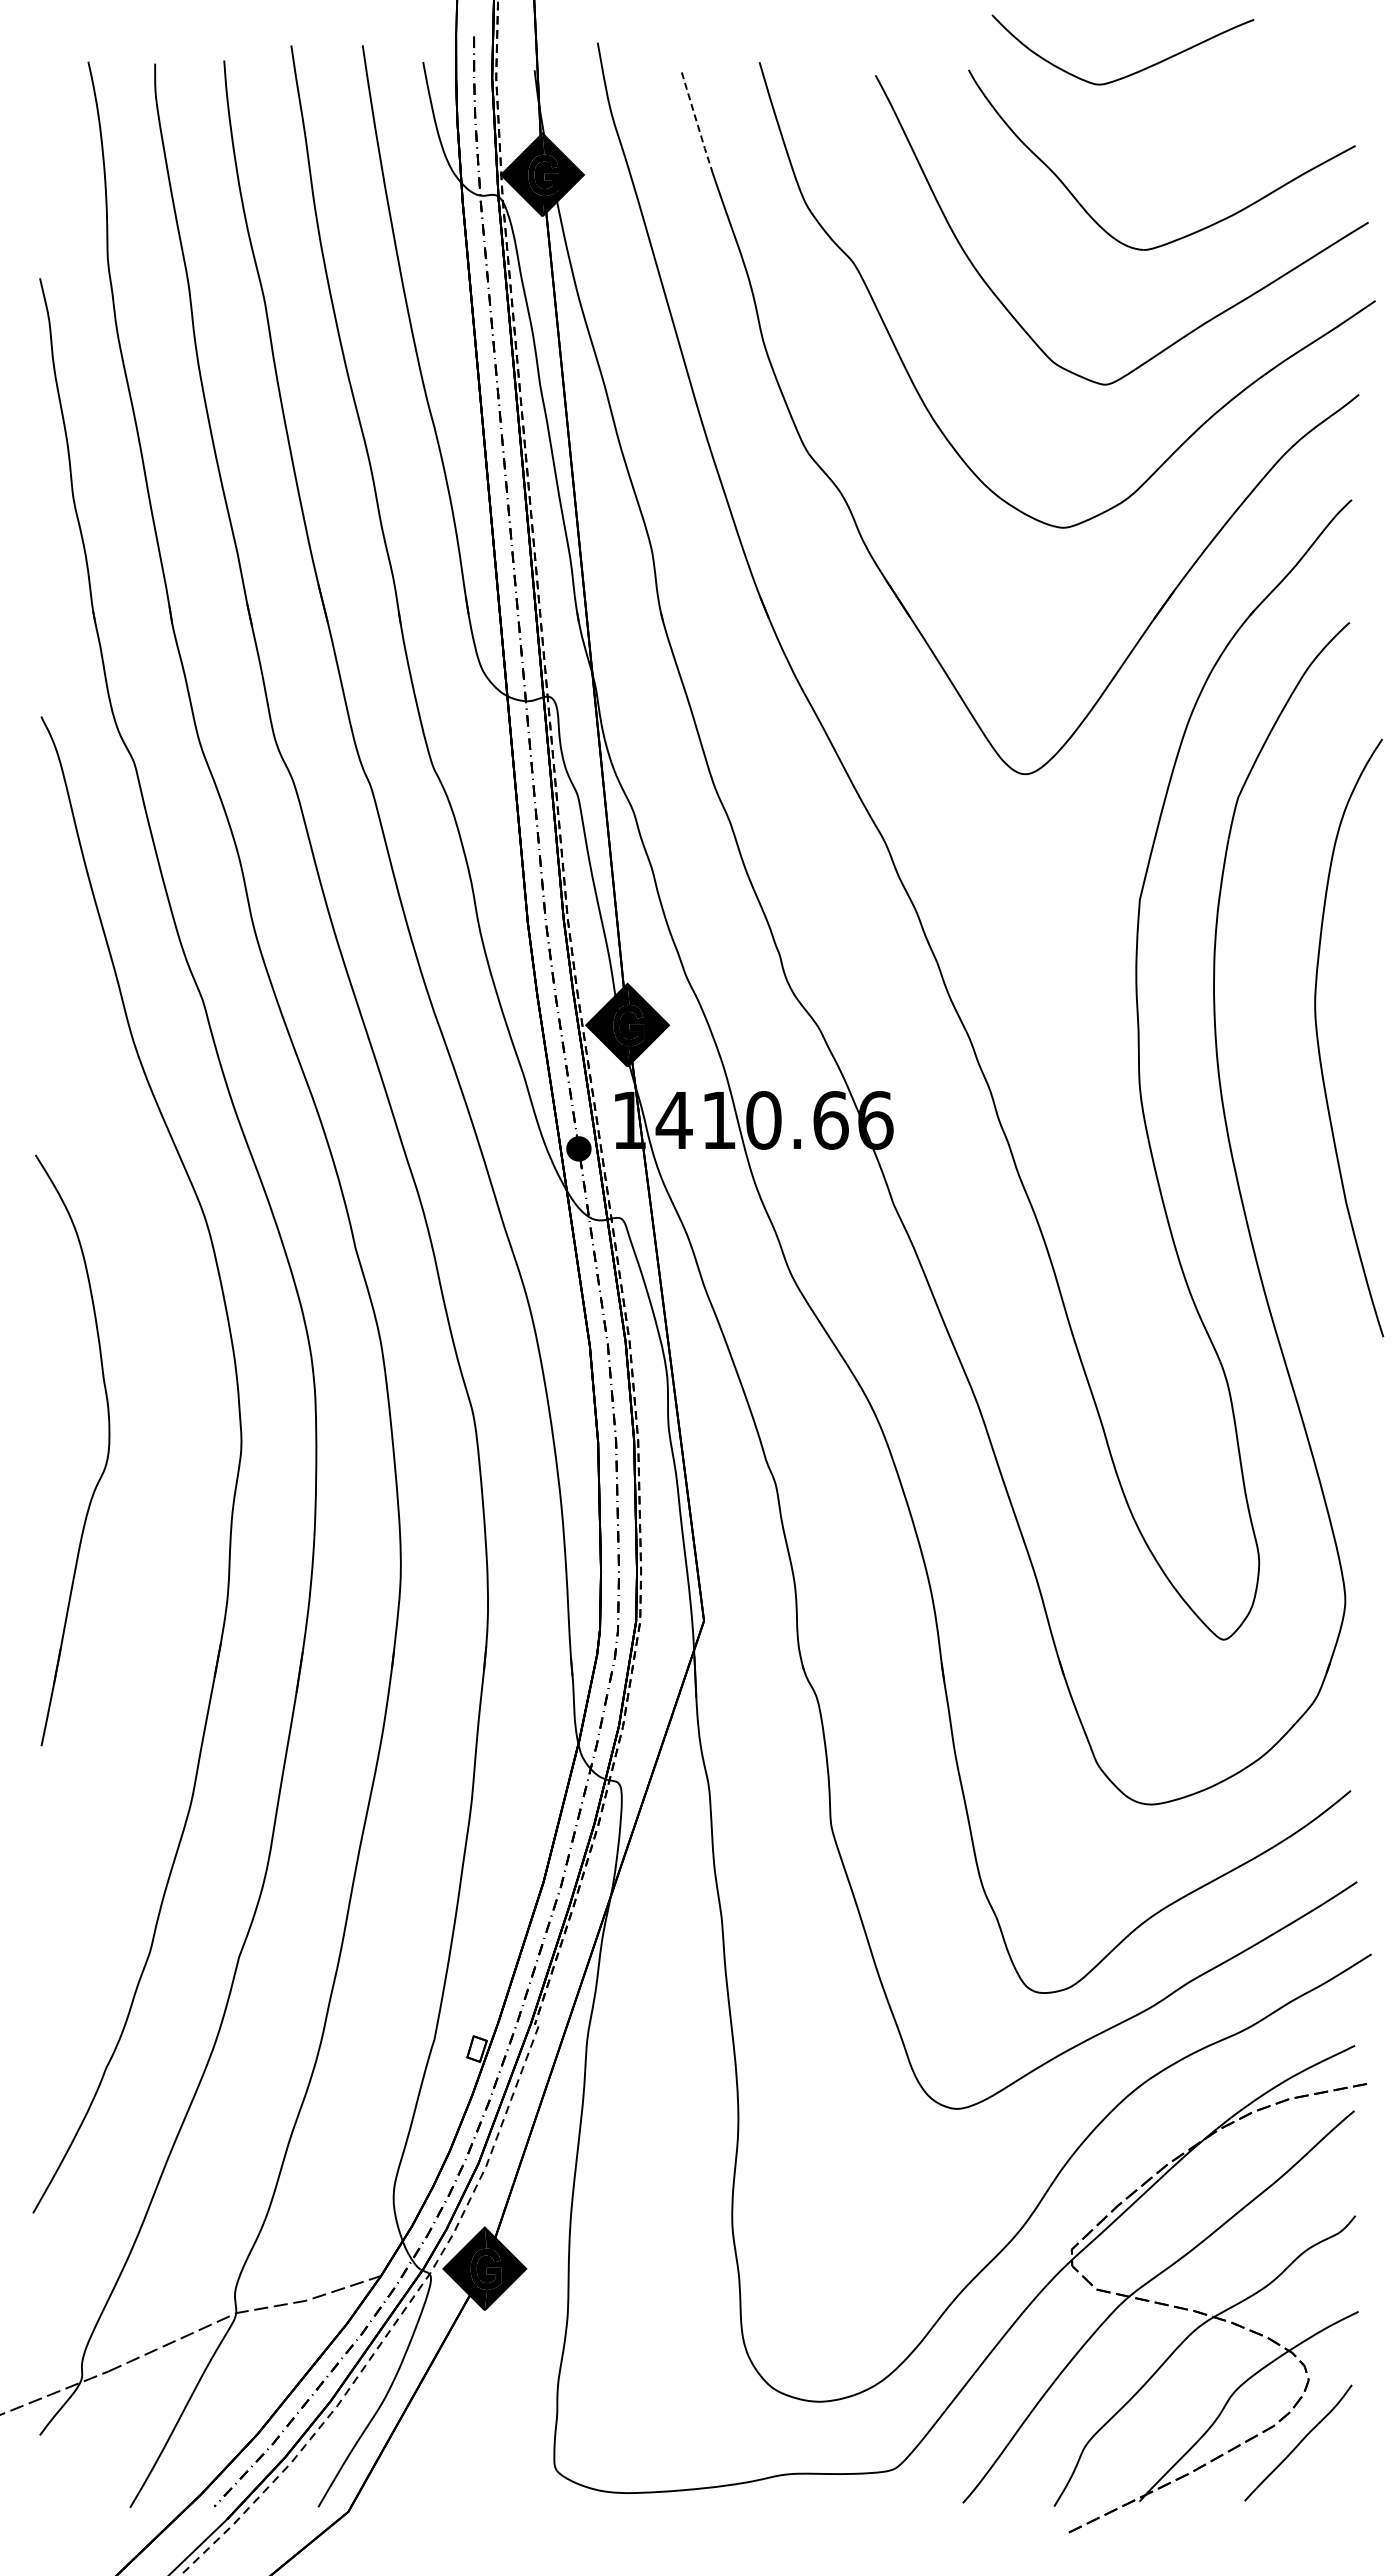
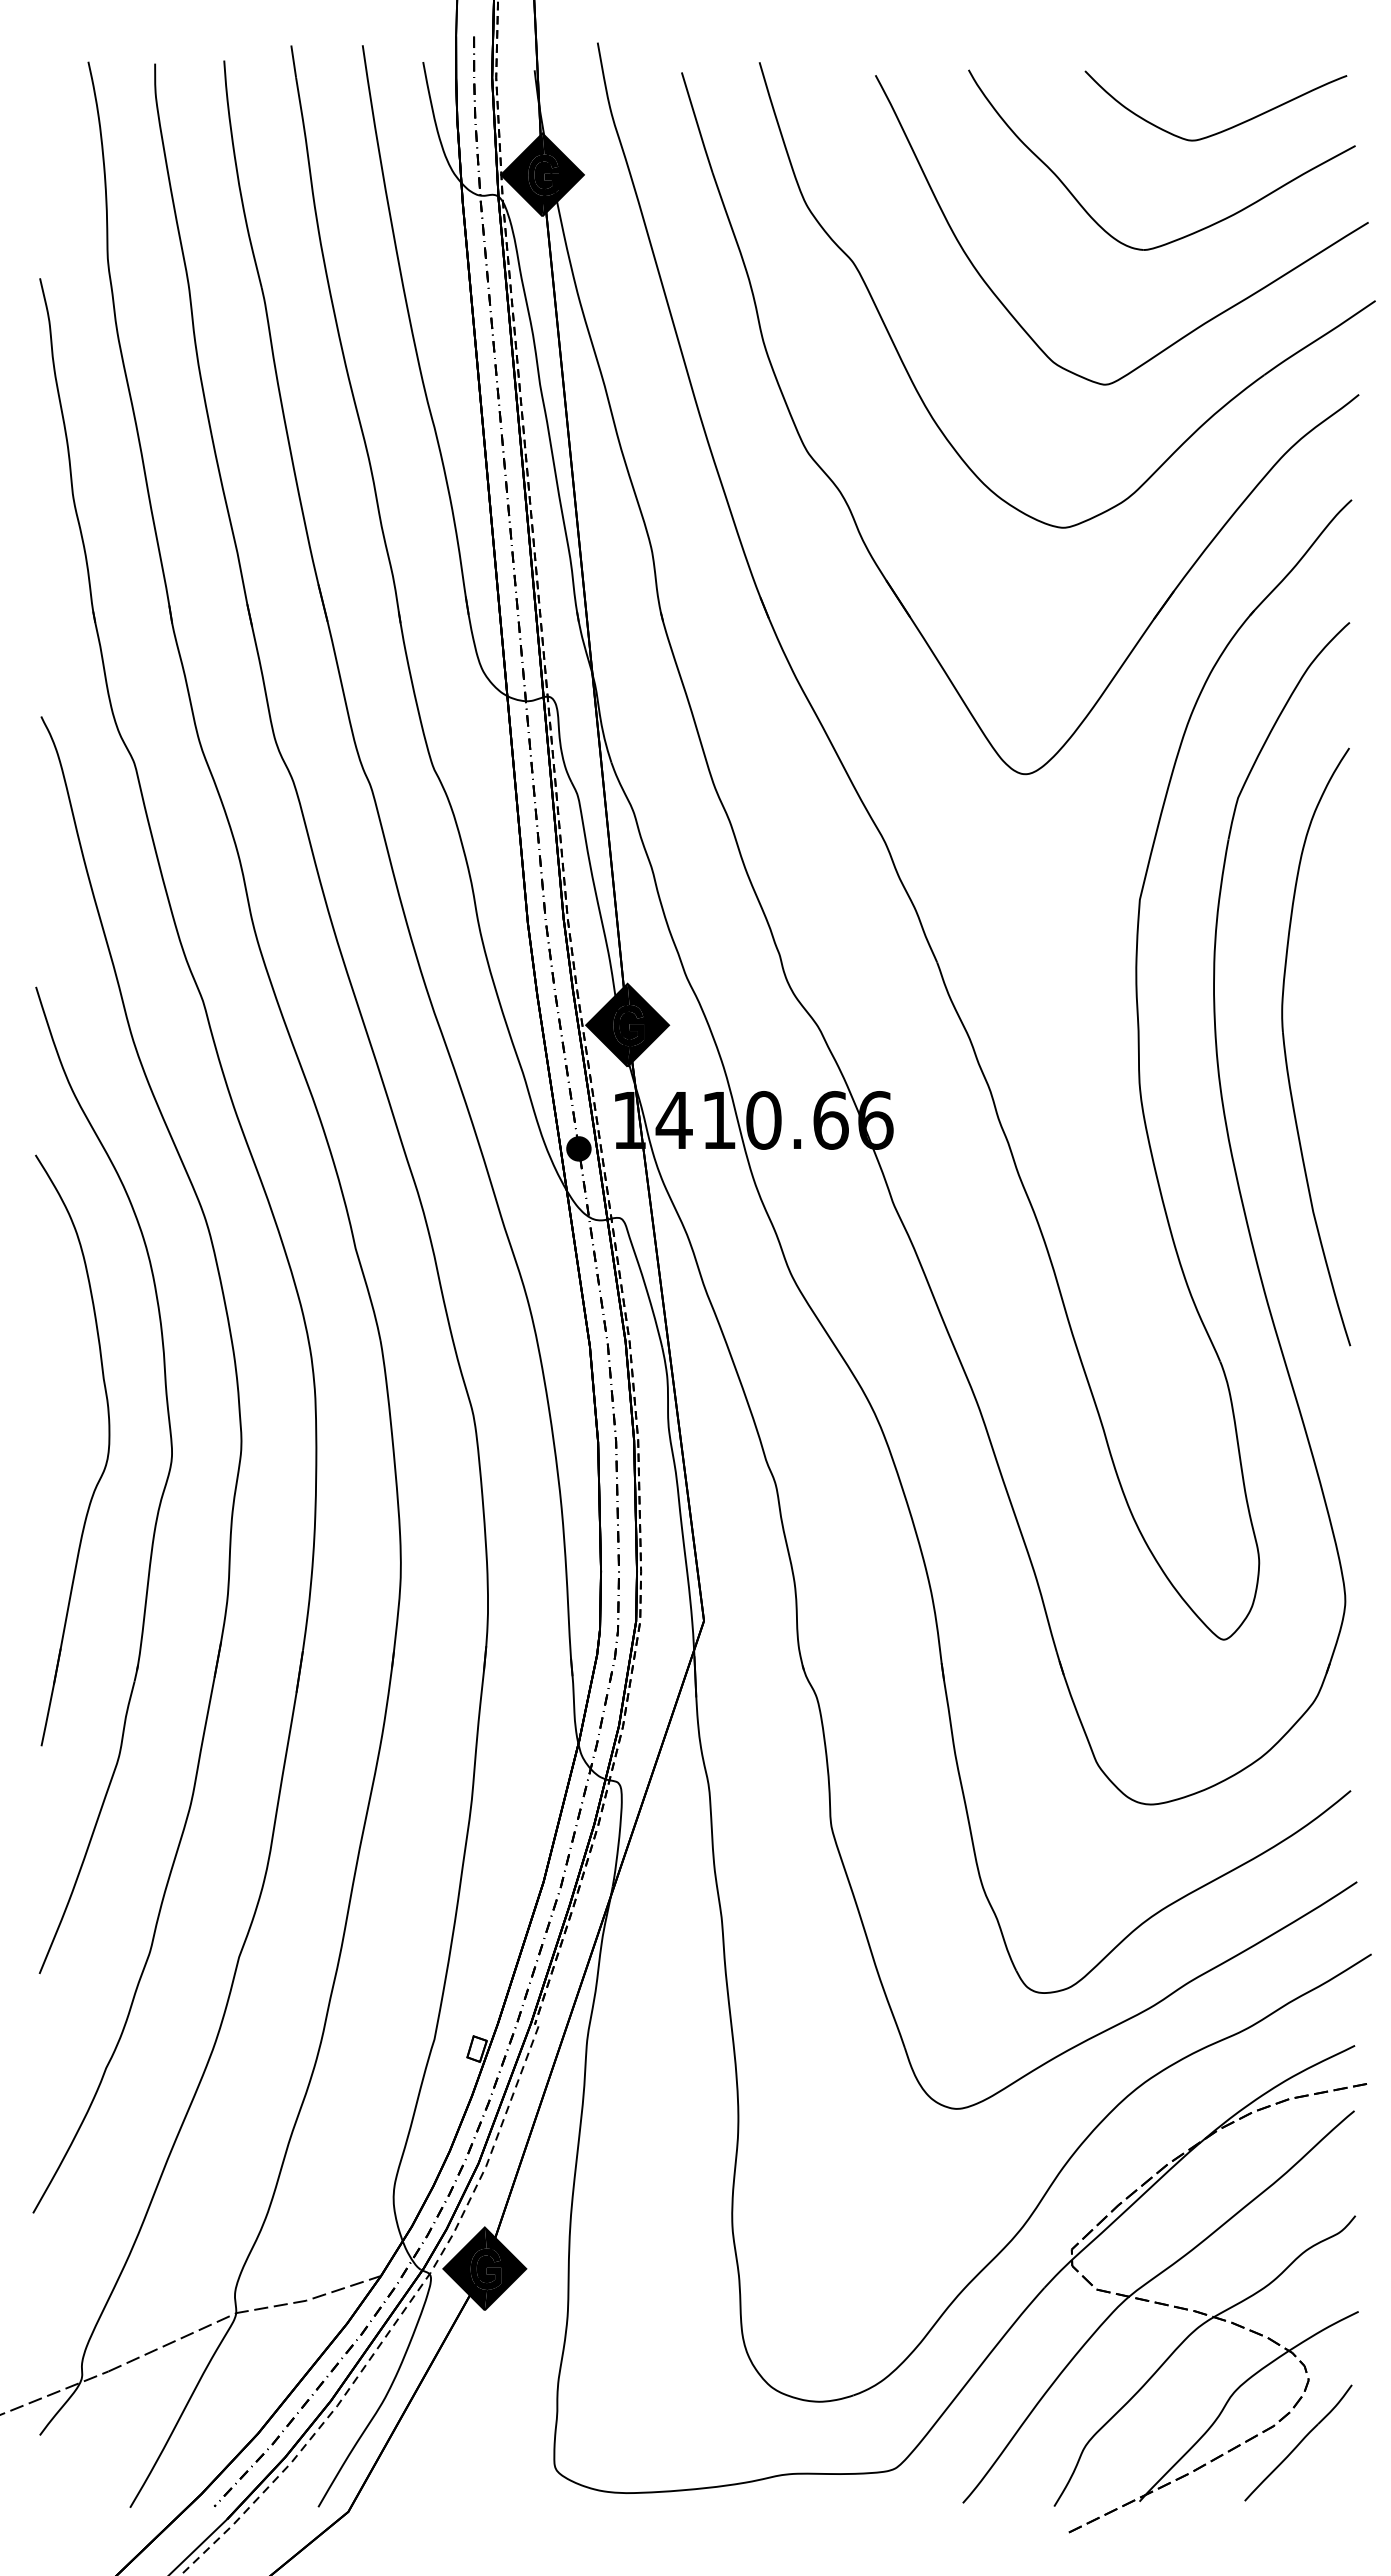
curve at (1133, 72) position: (1133, 72) -> (1226, 128)
line at (697, 122): dashed -> solid
part at (1319, 1044) position: (1319, 1044) -> (1286, 1053)
part at (161, 1494): none -> present
